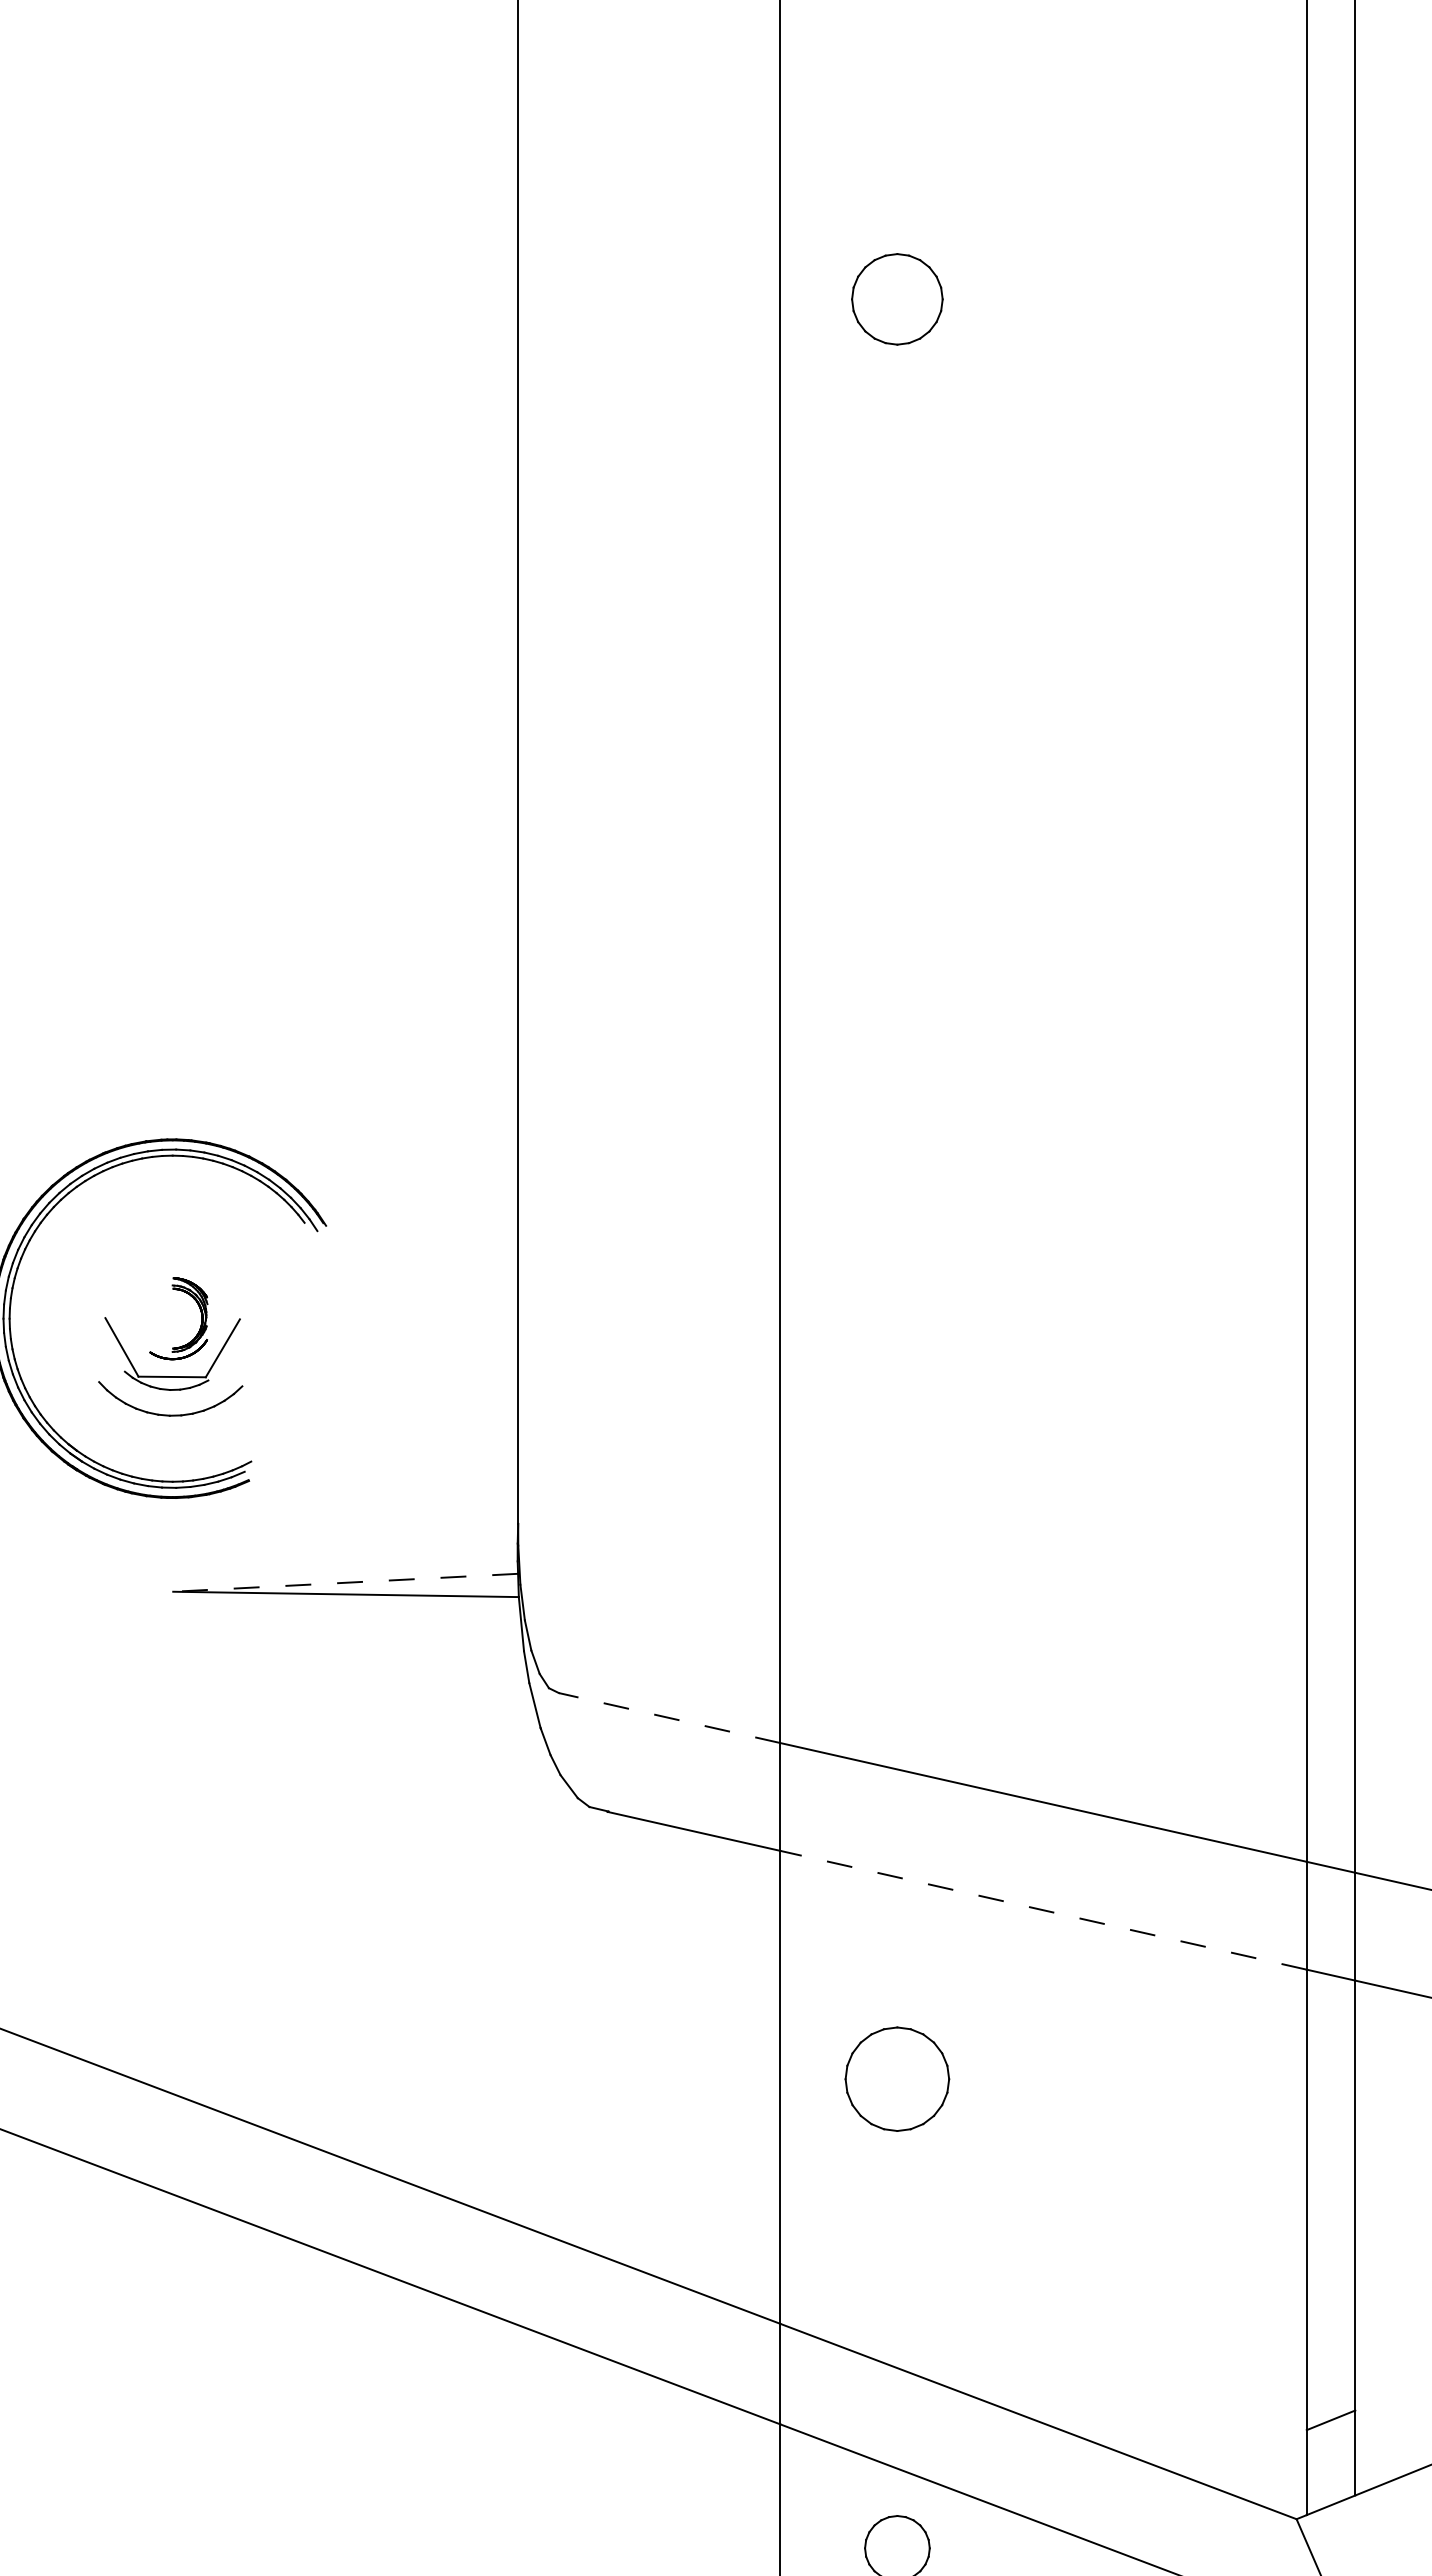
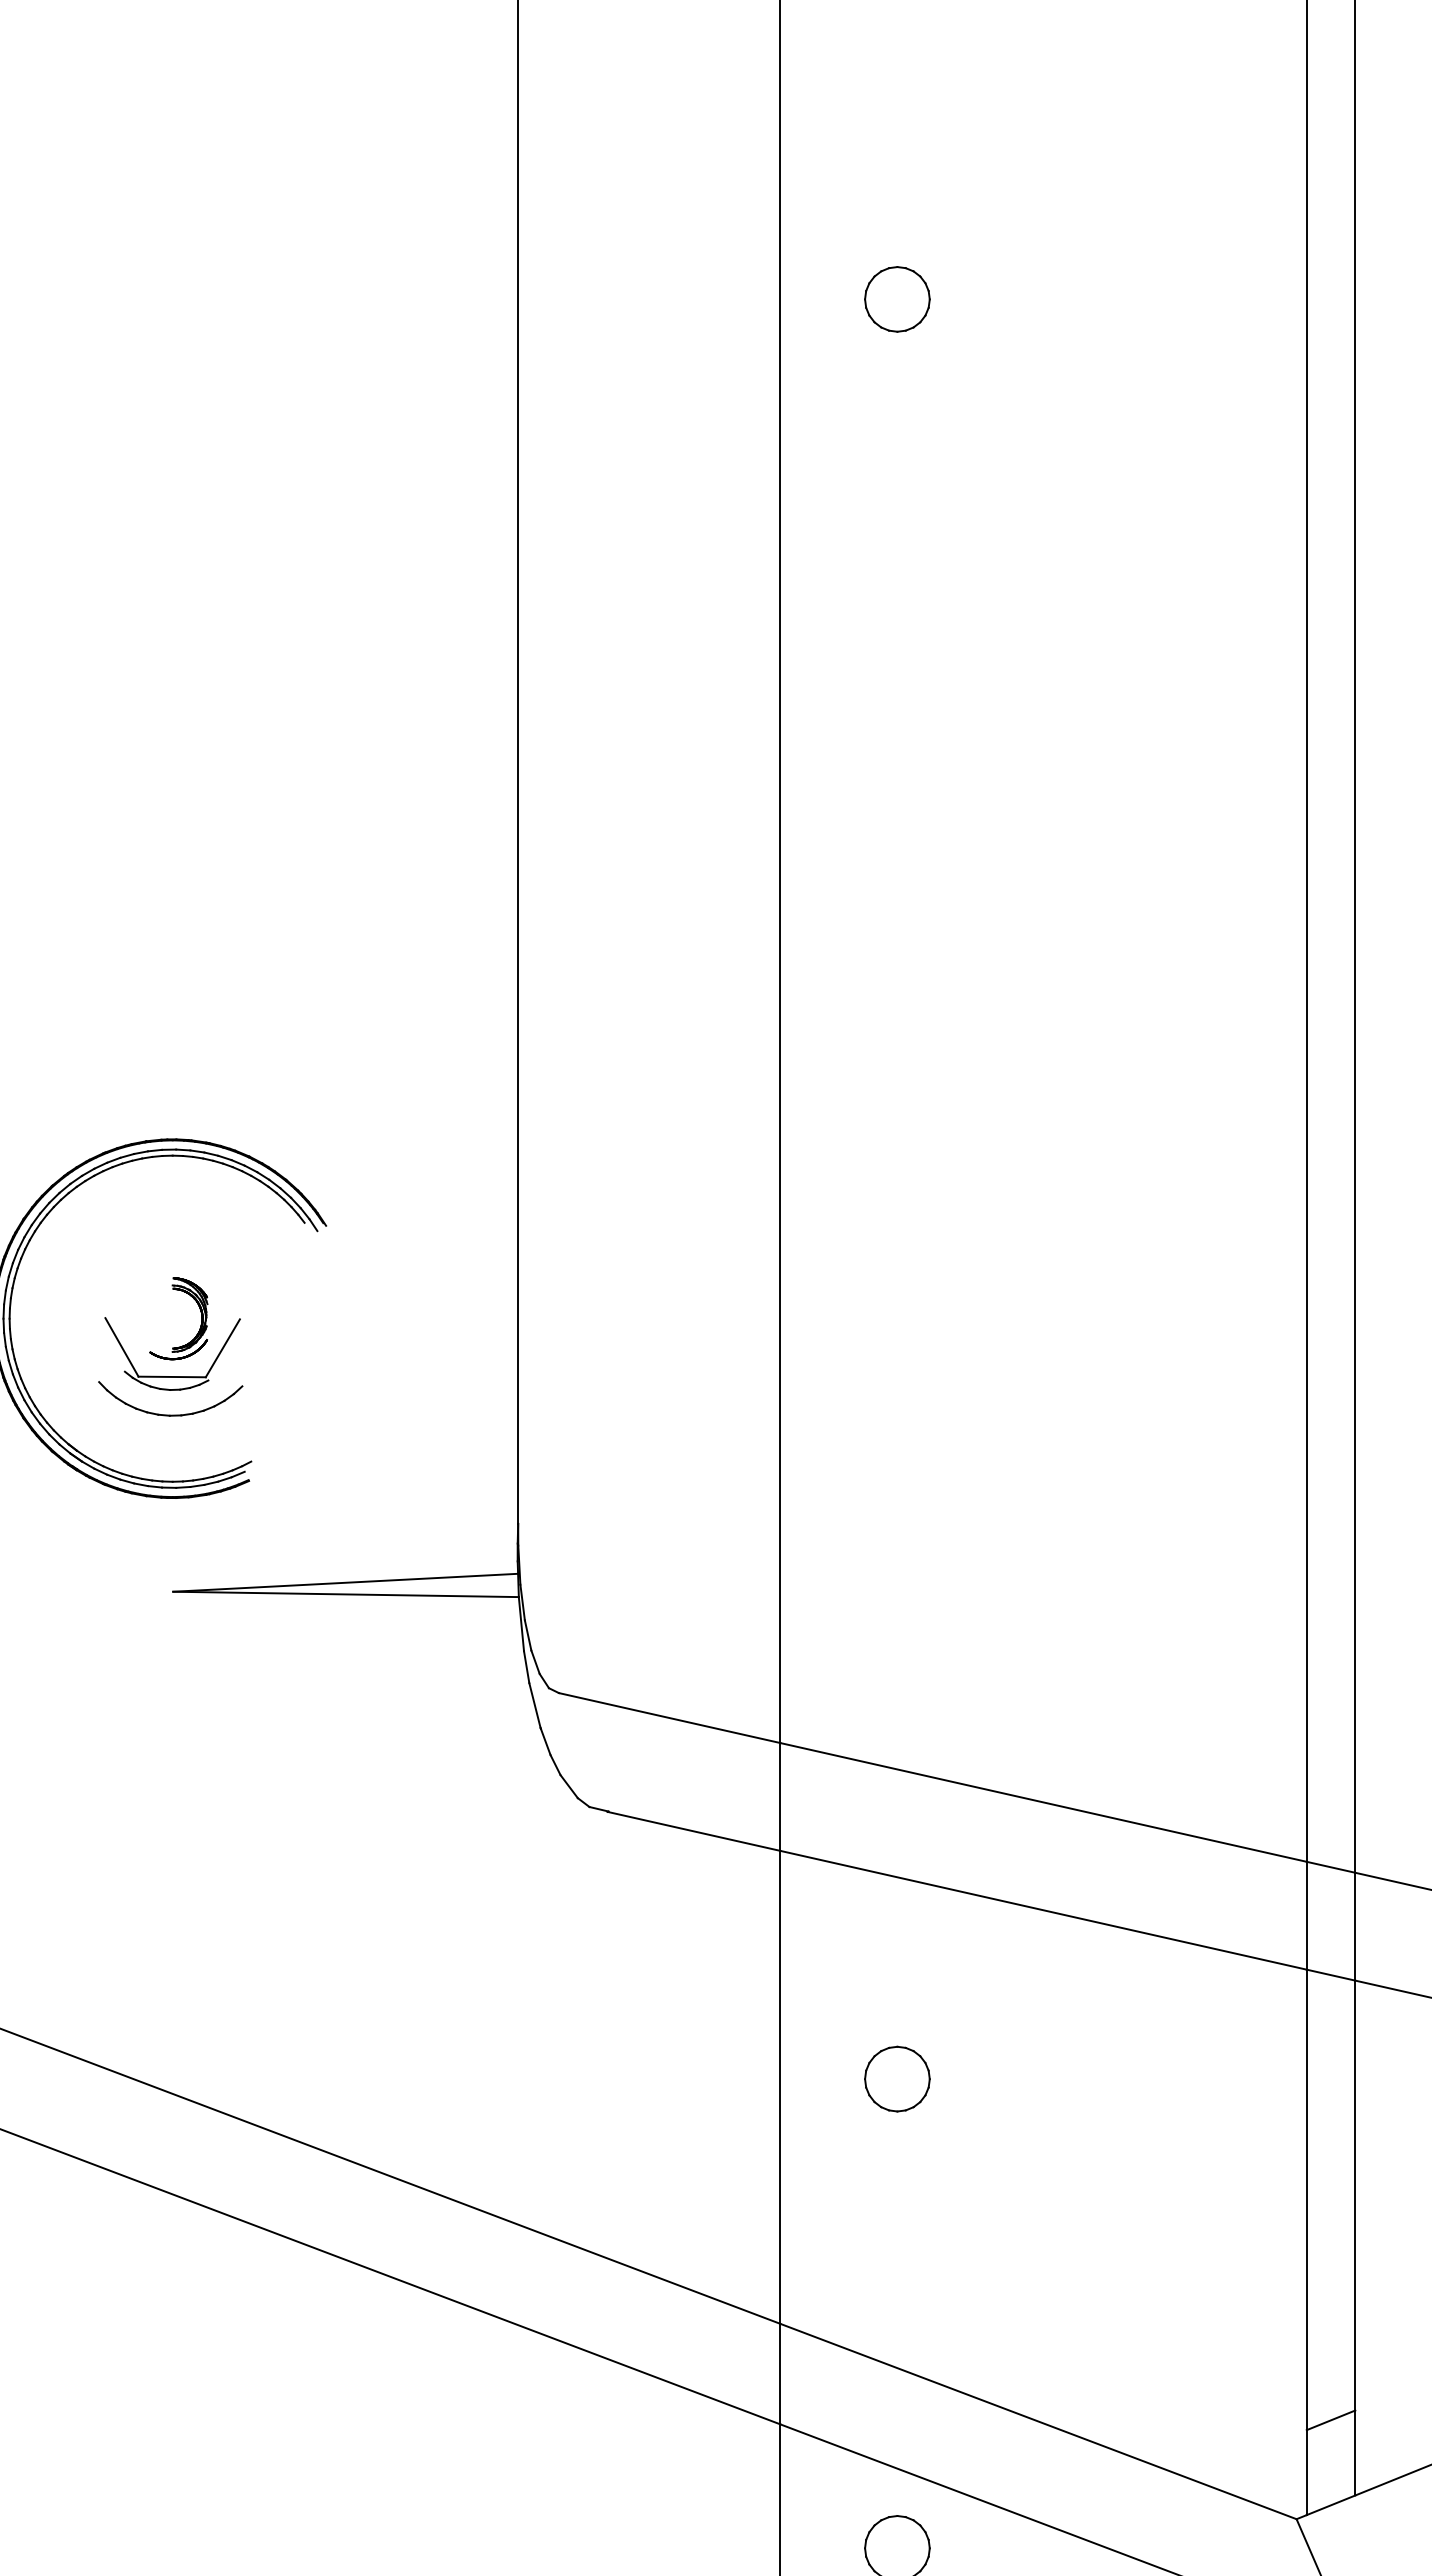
part at (897, 299) size: 93x93 px -> 67x67 px
line at (345, 1582): dashed -> solid
line at (669, 1718): dashed -> solid
line at (1043, 1910): dashed -> solid
part at (897, 2078) size: 107x106 px -> 67x68 px
